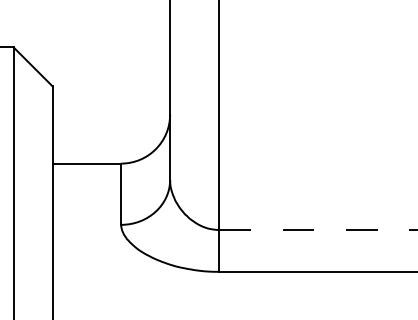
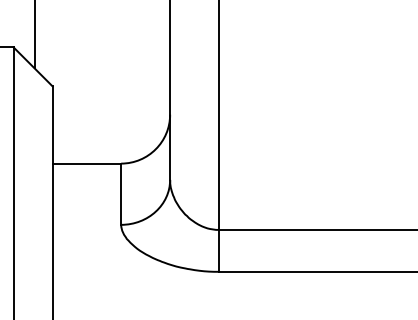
line at (34, 35): none -> present
line at (318, 229): dashed -> solid
